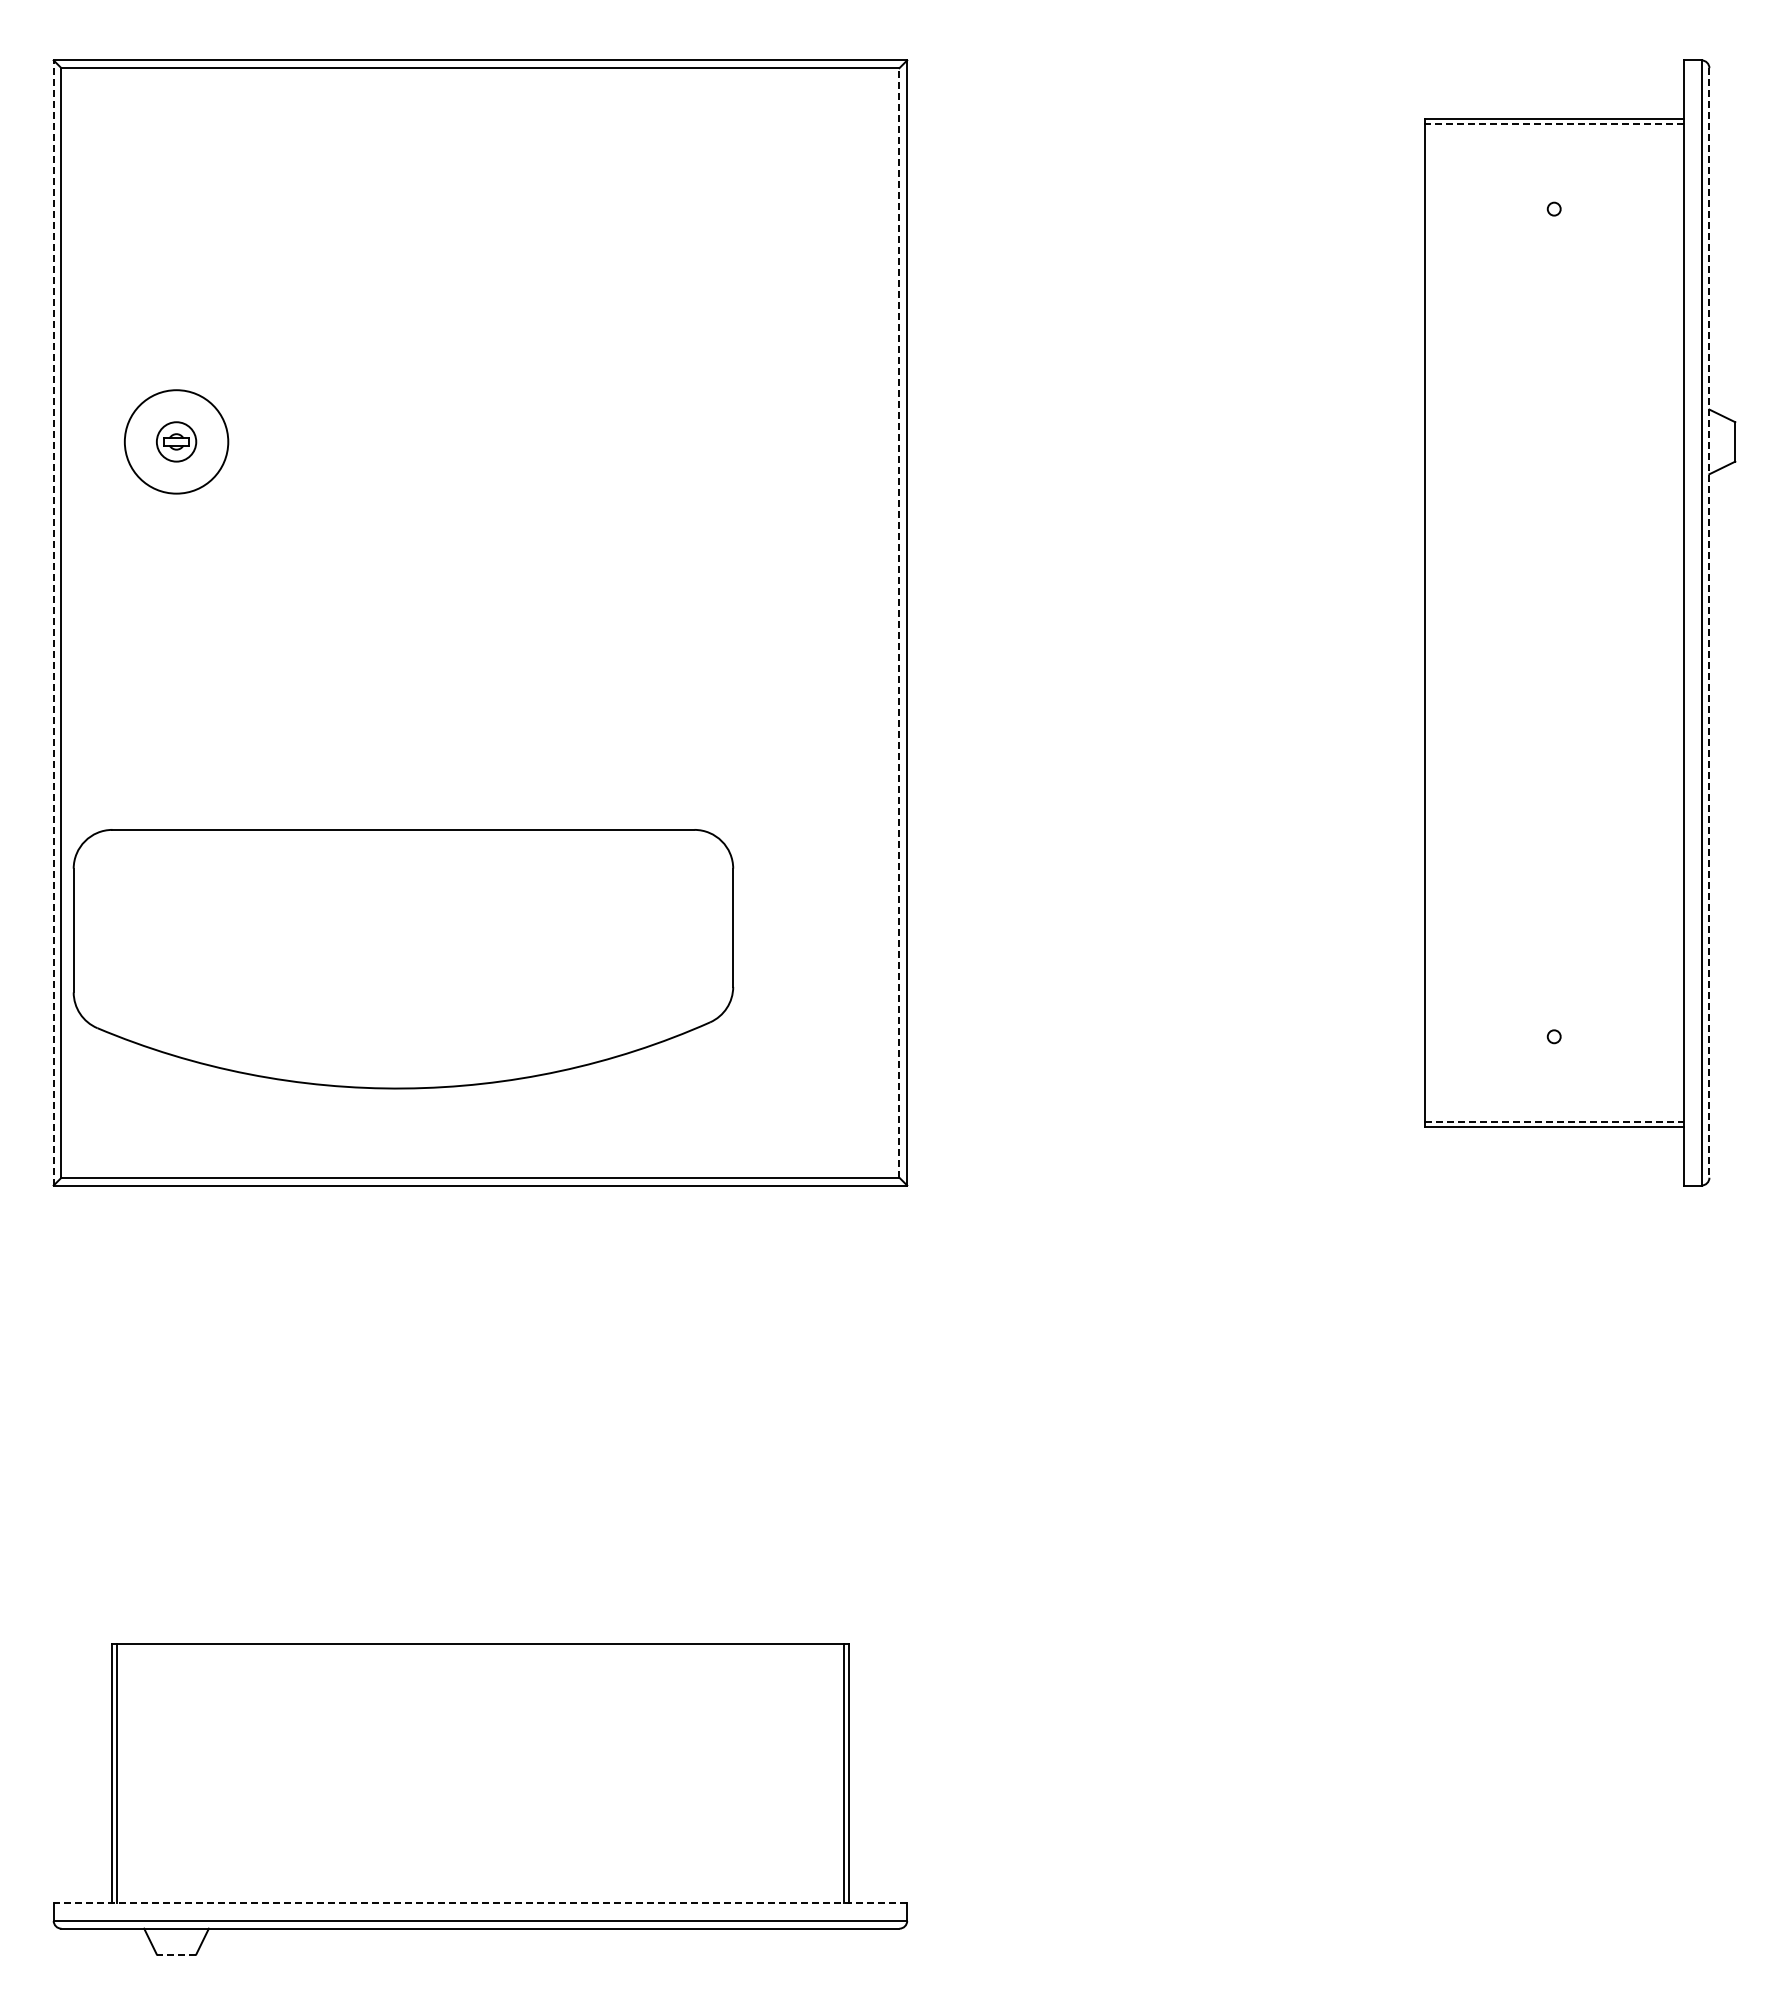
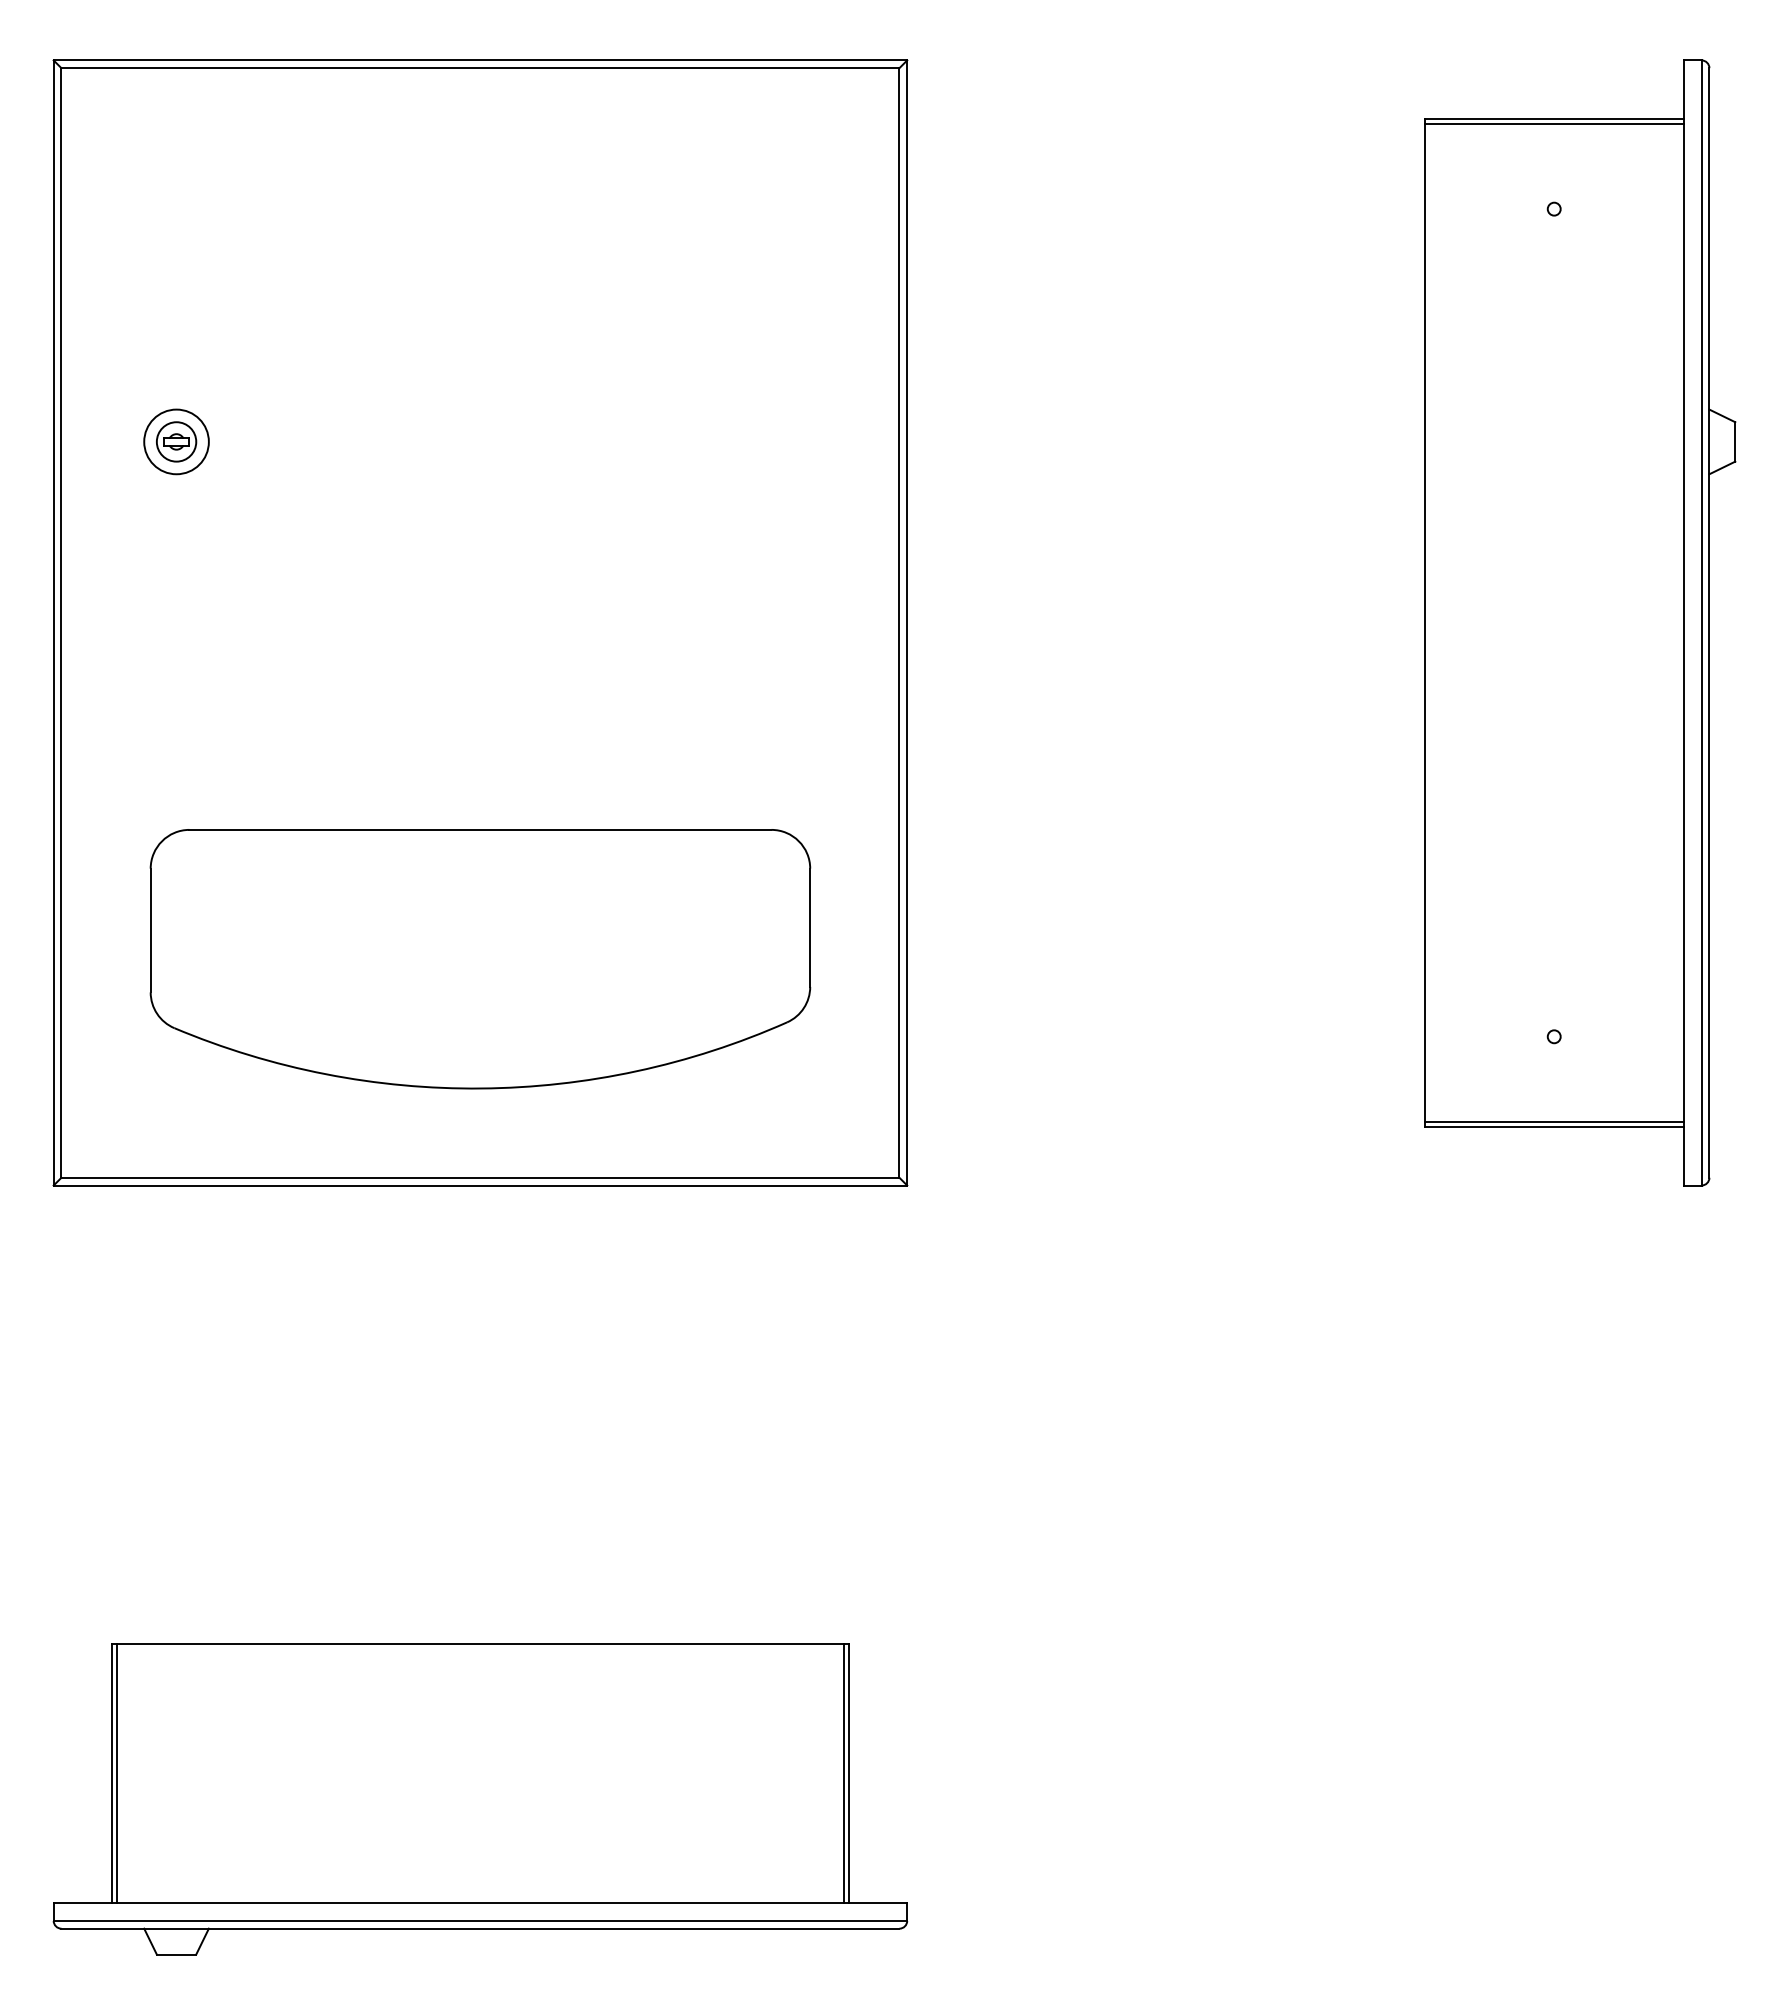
line at (1553, 123): dashed -> solid
circle at (176, 441) diameter: 103 px -> 65 px
line at (53, 622): dashed -> solid
line at (899, 622): dashed -> solid
line at (1709, 622): dashed -> solid
part at (403, 959) position: (403, 959) -> (480, 959)
line at (1554, 1122): dashed -> solid
line at (480, 1902): dashed -> solid
line at (176, 1954): dashed -> solid
